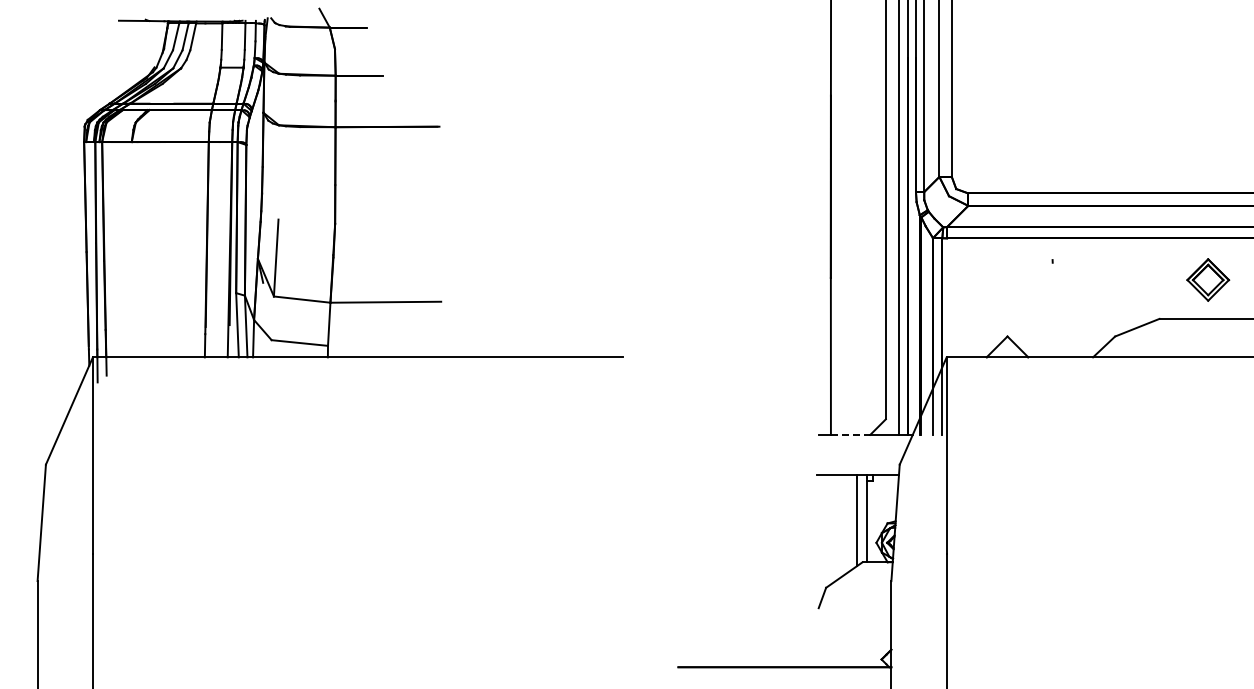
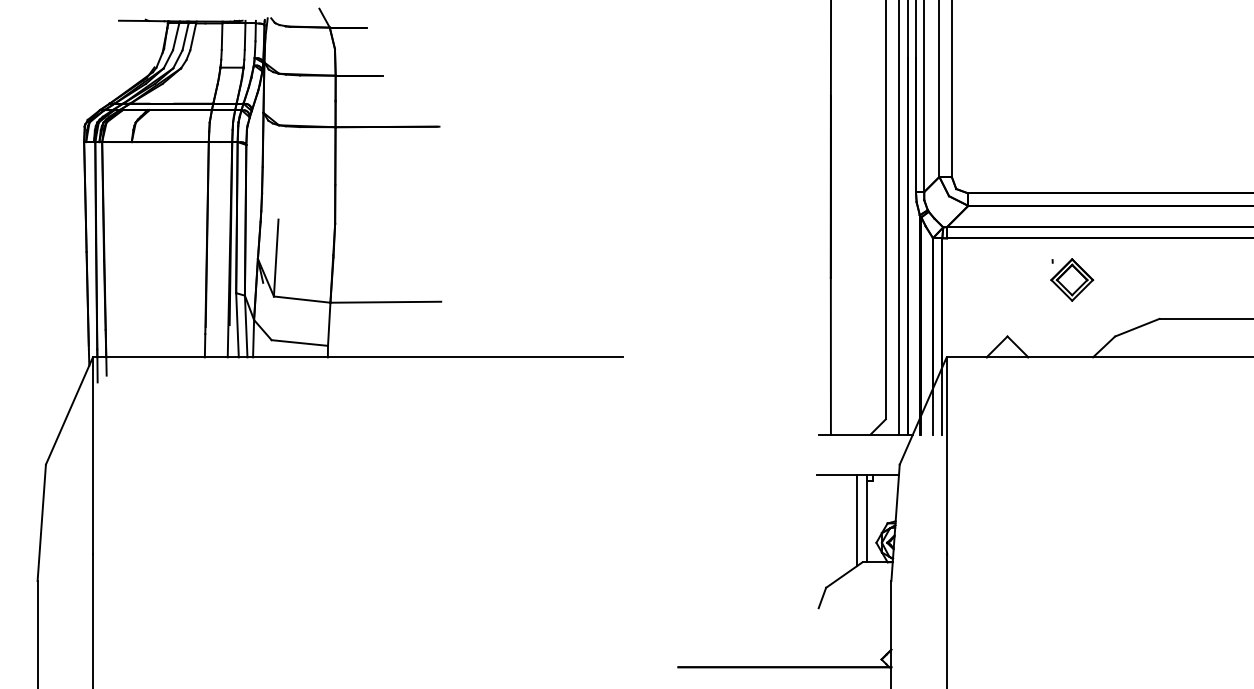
part at (1208, 279) position: (1208, 279) -> (1072, 279)
line at (850, 434): dashed -> solid
